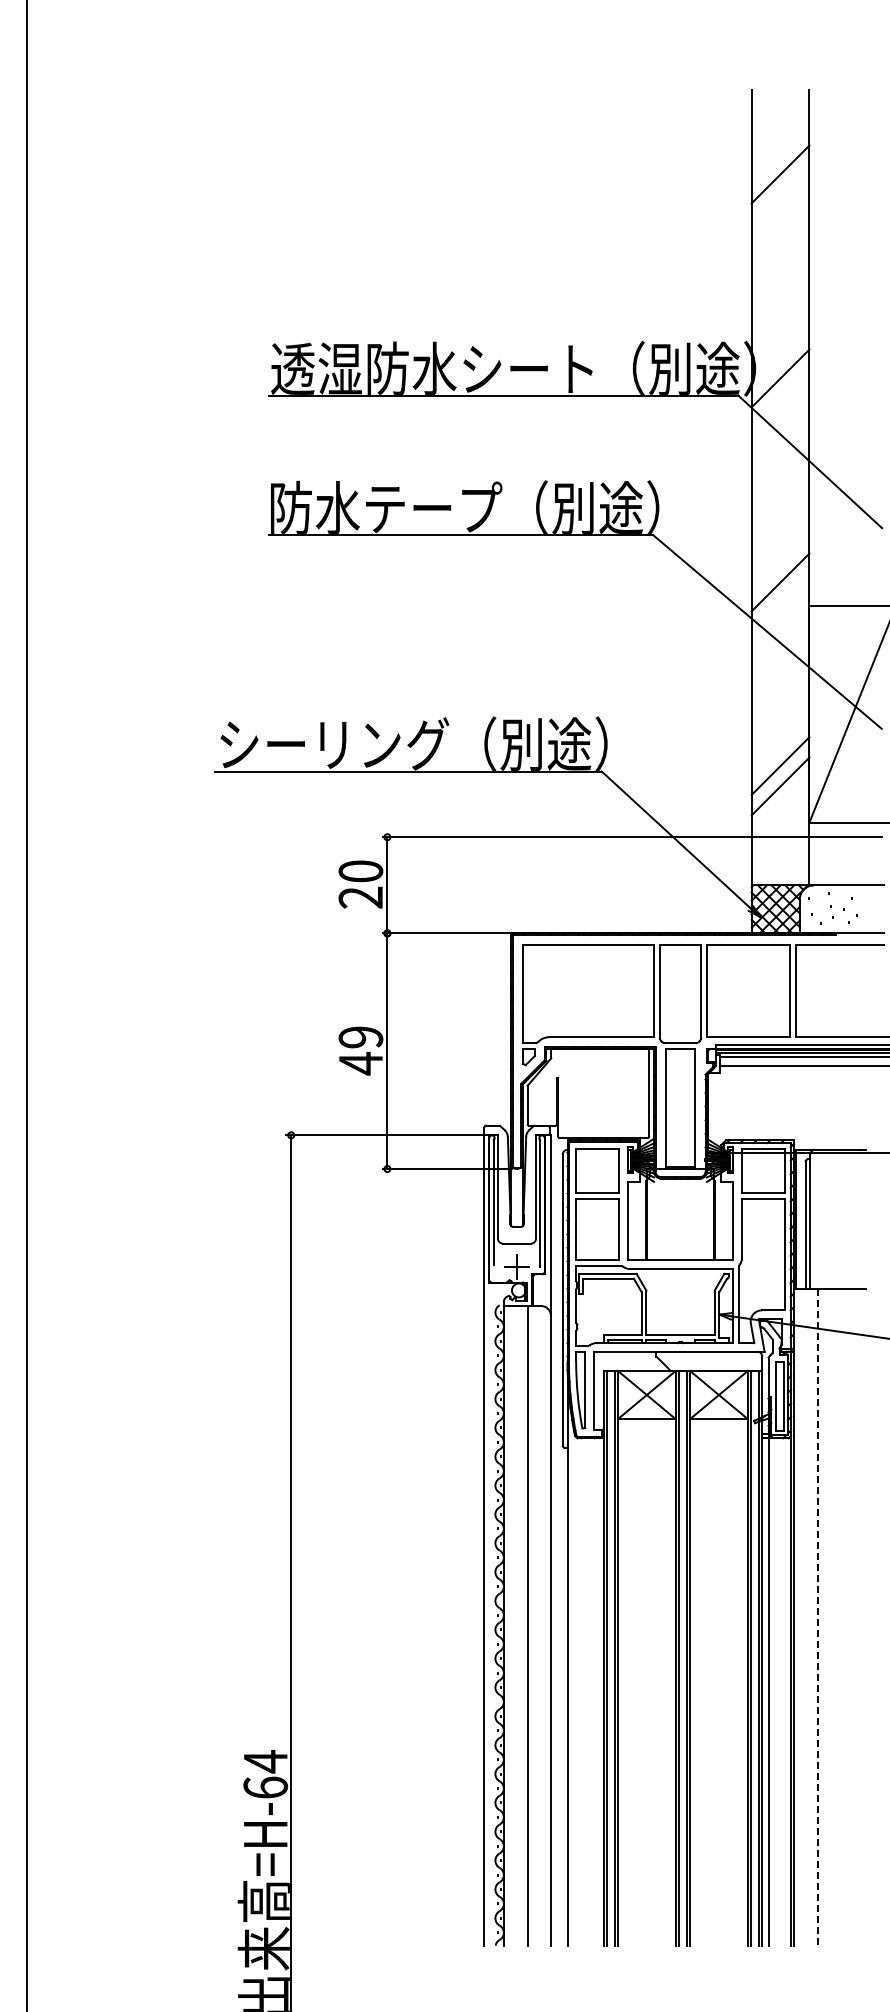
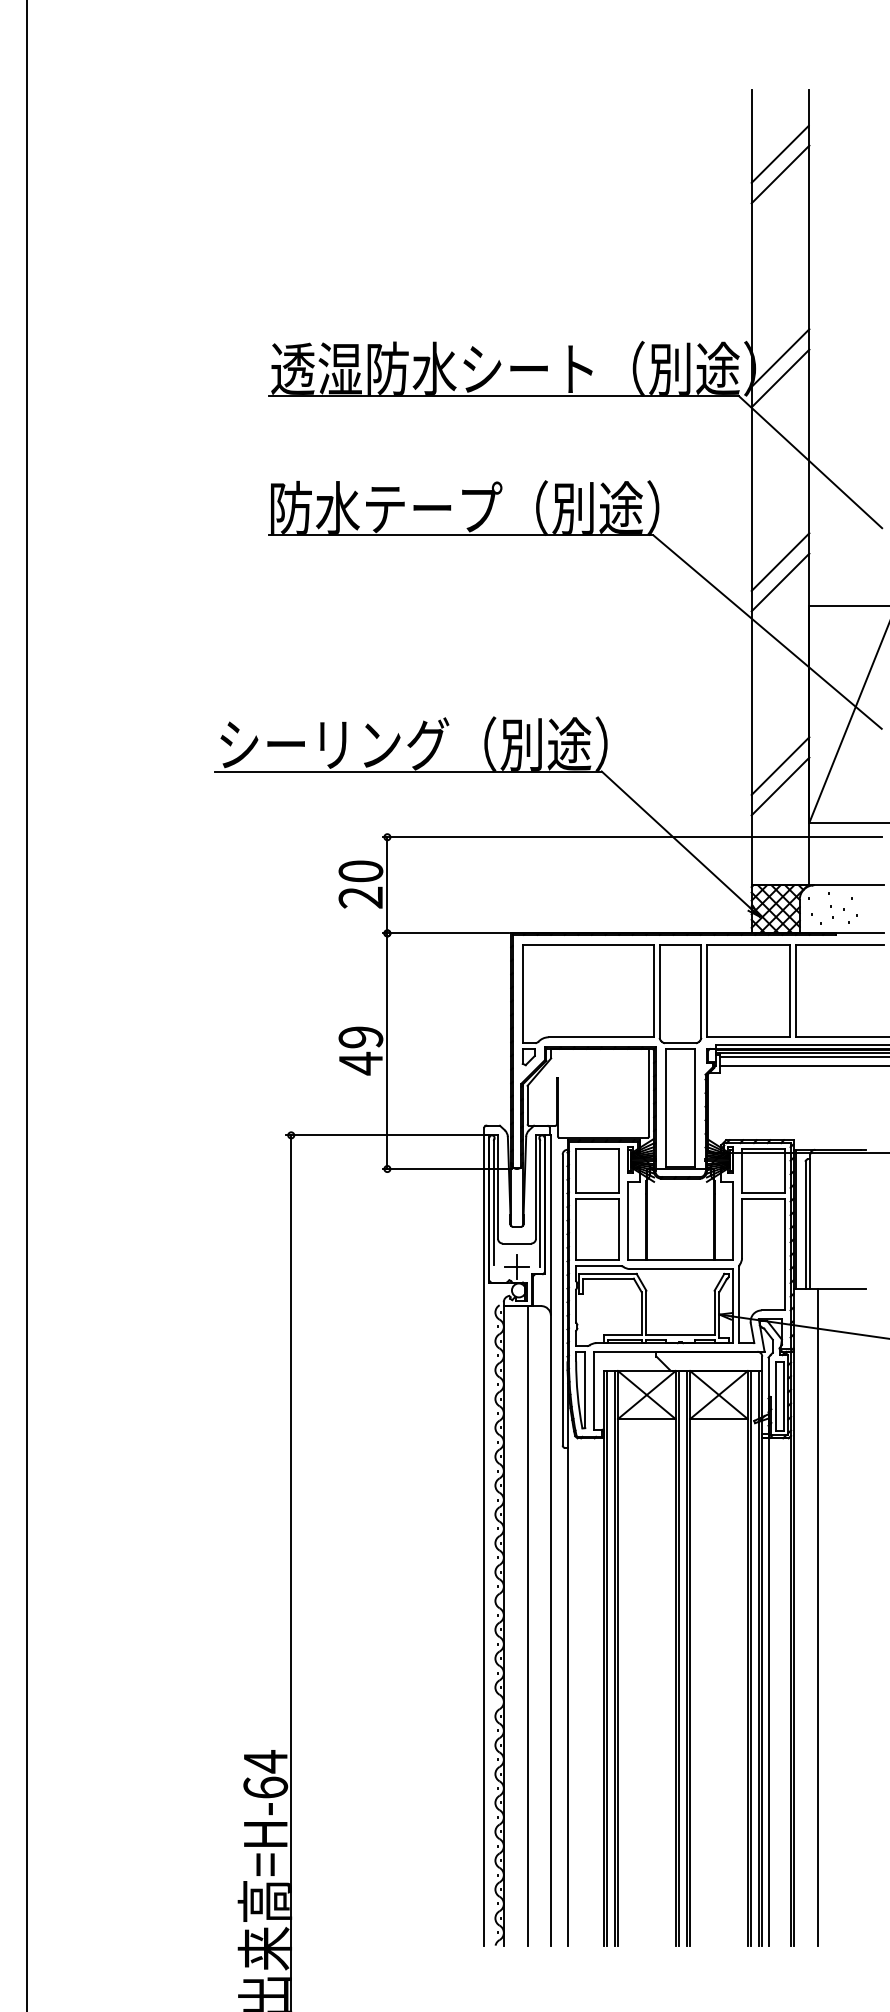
line at (779, 153): none -> present
line at (780, 357): none -> present
line at (780, 561): none -> present
line at (817, 1617): dashed -> solid
